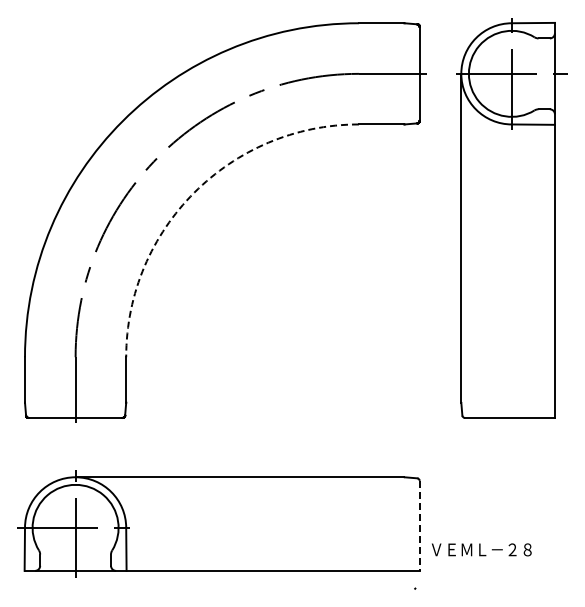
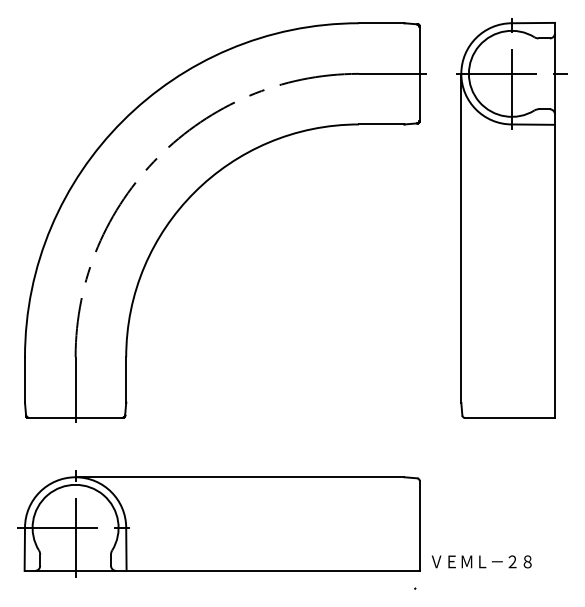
arc at (194, 192): dashed -> solid
line at (419, 526): dashed -> solid
text at (481, 549) position: (481, 549) -> (481, 561)
